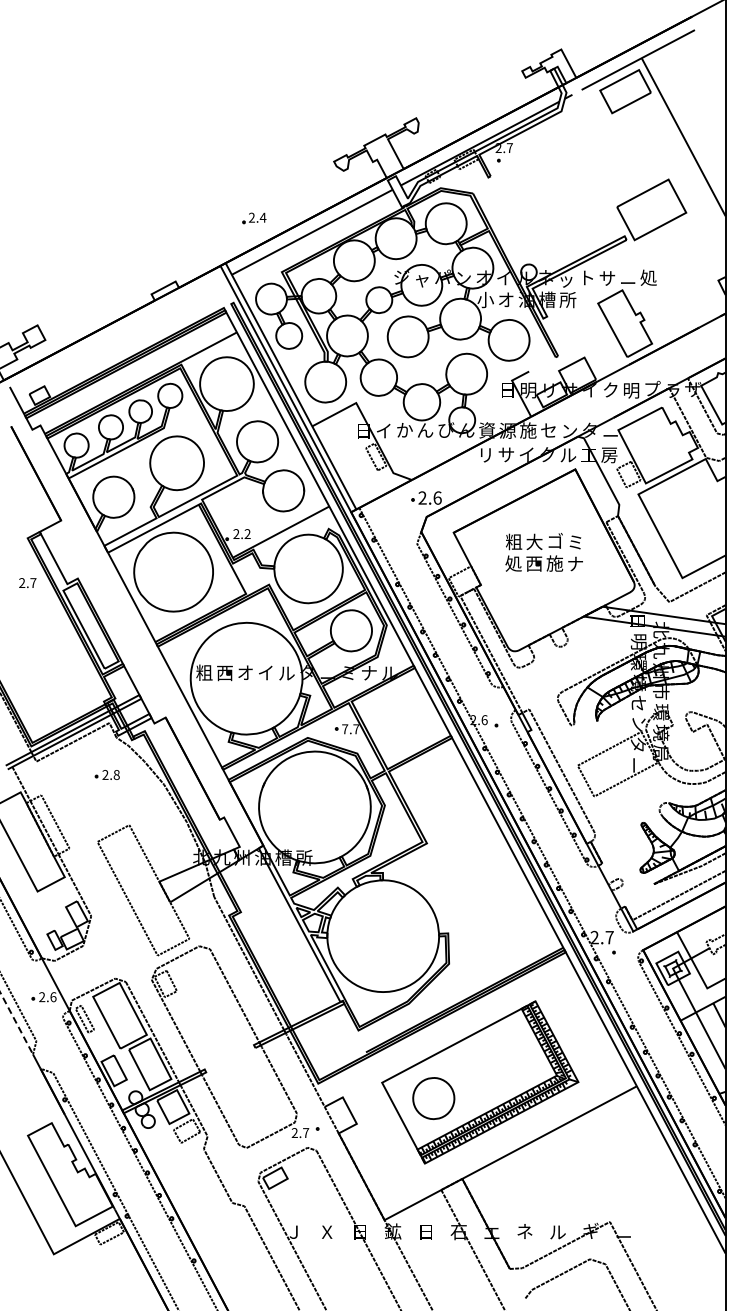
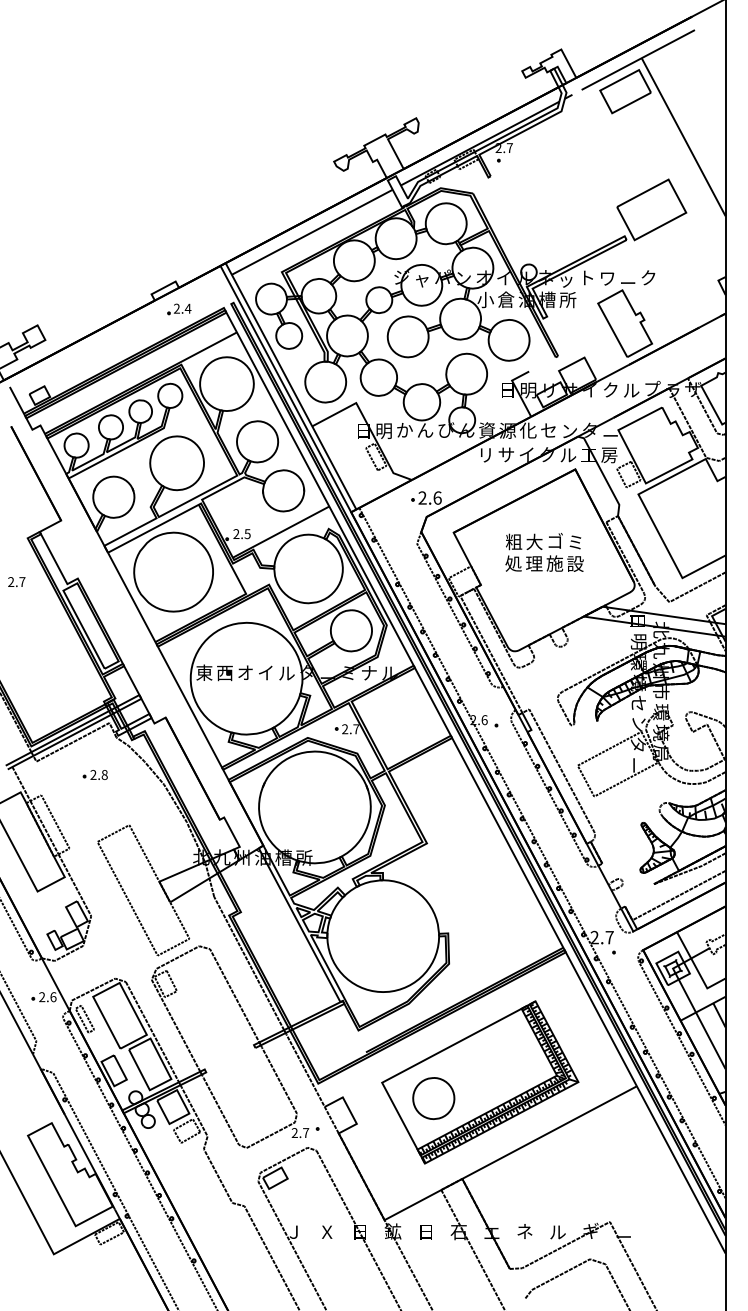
part at (254, 218) position: (254, 218) -> (179, 309)
text at (648, 277): 処 -> ク
text at (607, 278): サ -> ワ
text at (506, 299): オ -> 倉
text at (631, 390): 明 -> ル
text at (528, 430): 施 -> 化
text at (383, 431): イ -> 明
text at (247, 534): 2.2 -> 2.5
text at (534, 563): 西 -> 理
text at (575, 563): ナ -> 設
text at (27, 582) position: (27, 582) -> (16, 581)
text at (204, 672): 粗 -> 東
text at (345, 729): 7.7 -> 2.7
part at (106, 774) position: (106, 774) -> (94, 774)
line at (16, 1023): dashed -> solid
